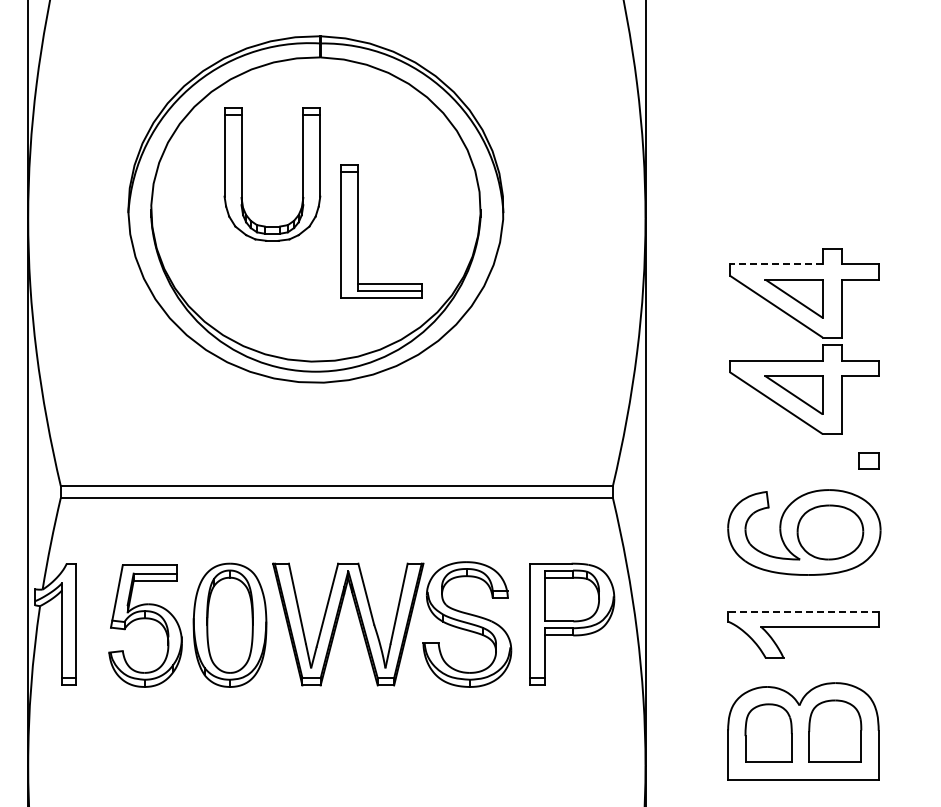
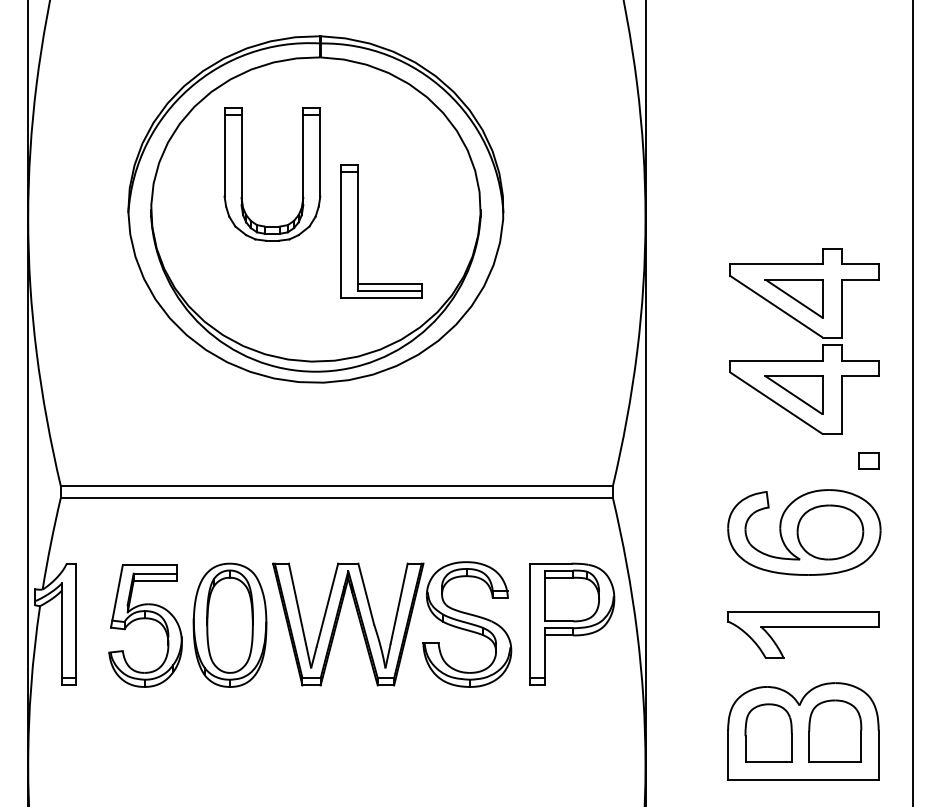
line at (775, 264): dashed -> solid
line at (912, 402): none -> present
line at (802, 611): dashed -> solid
